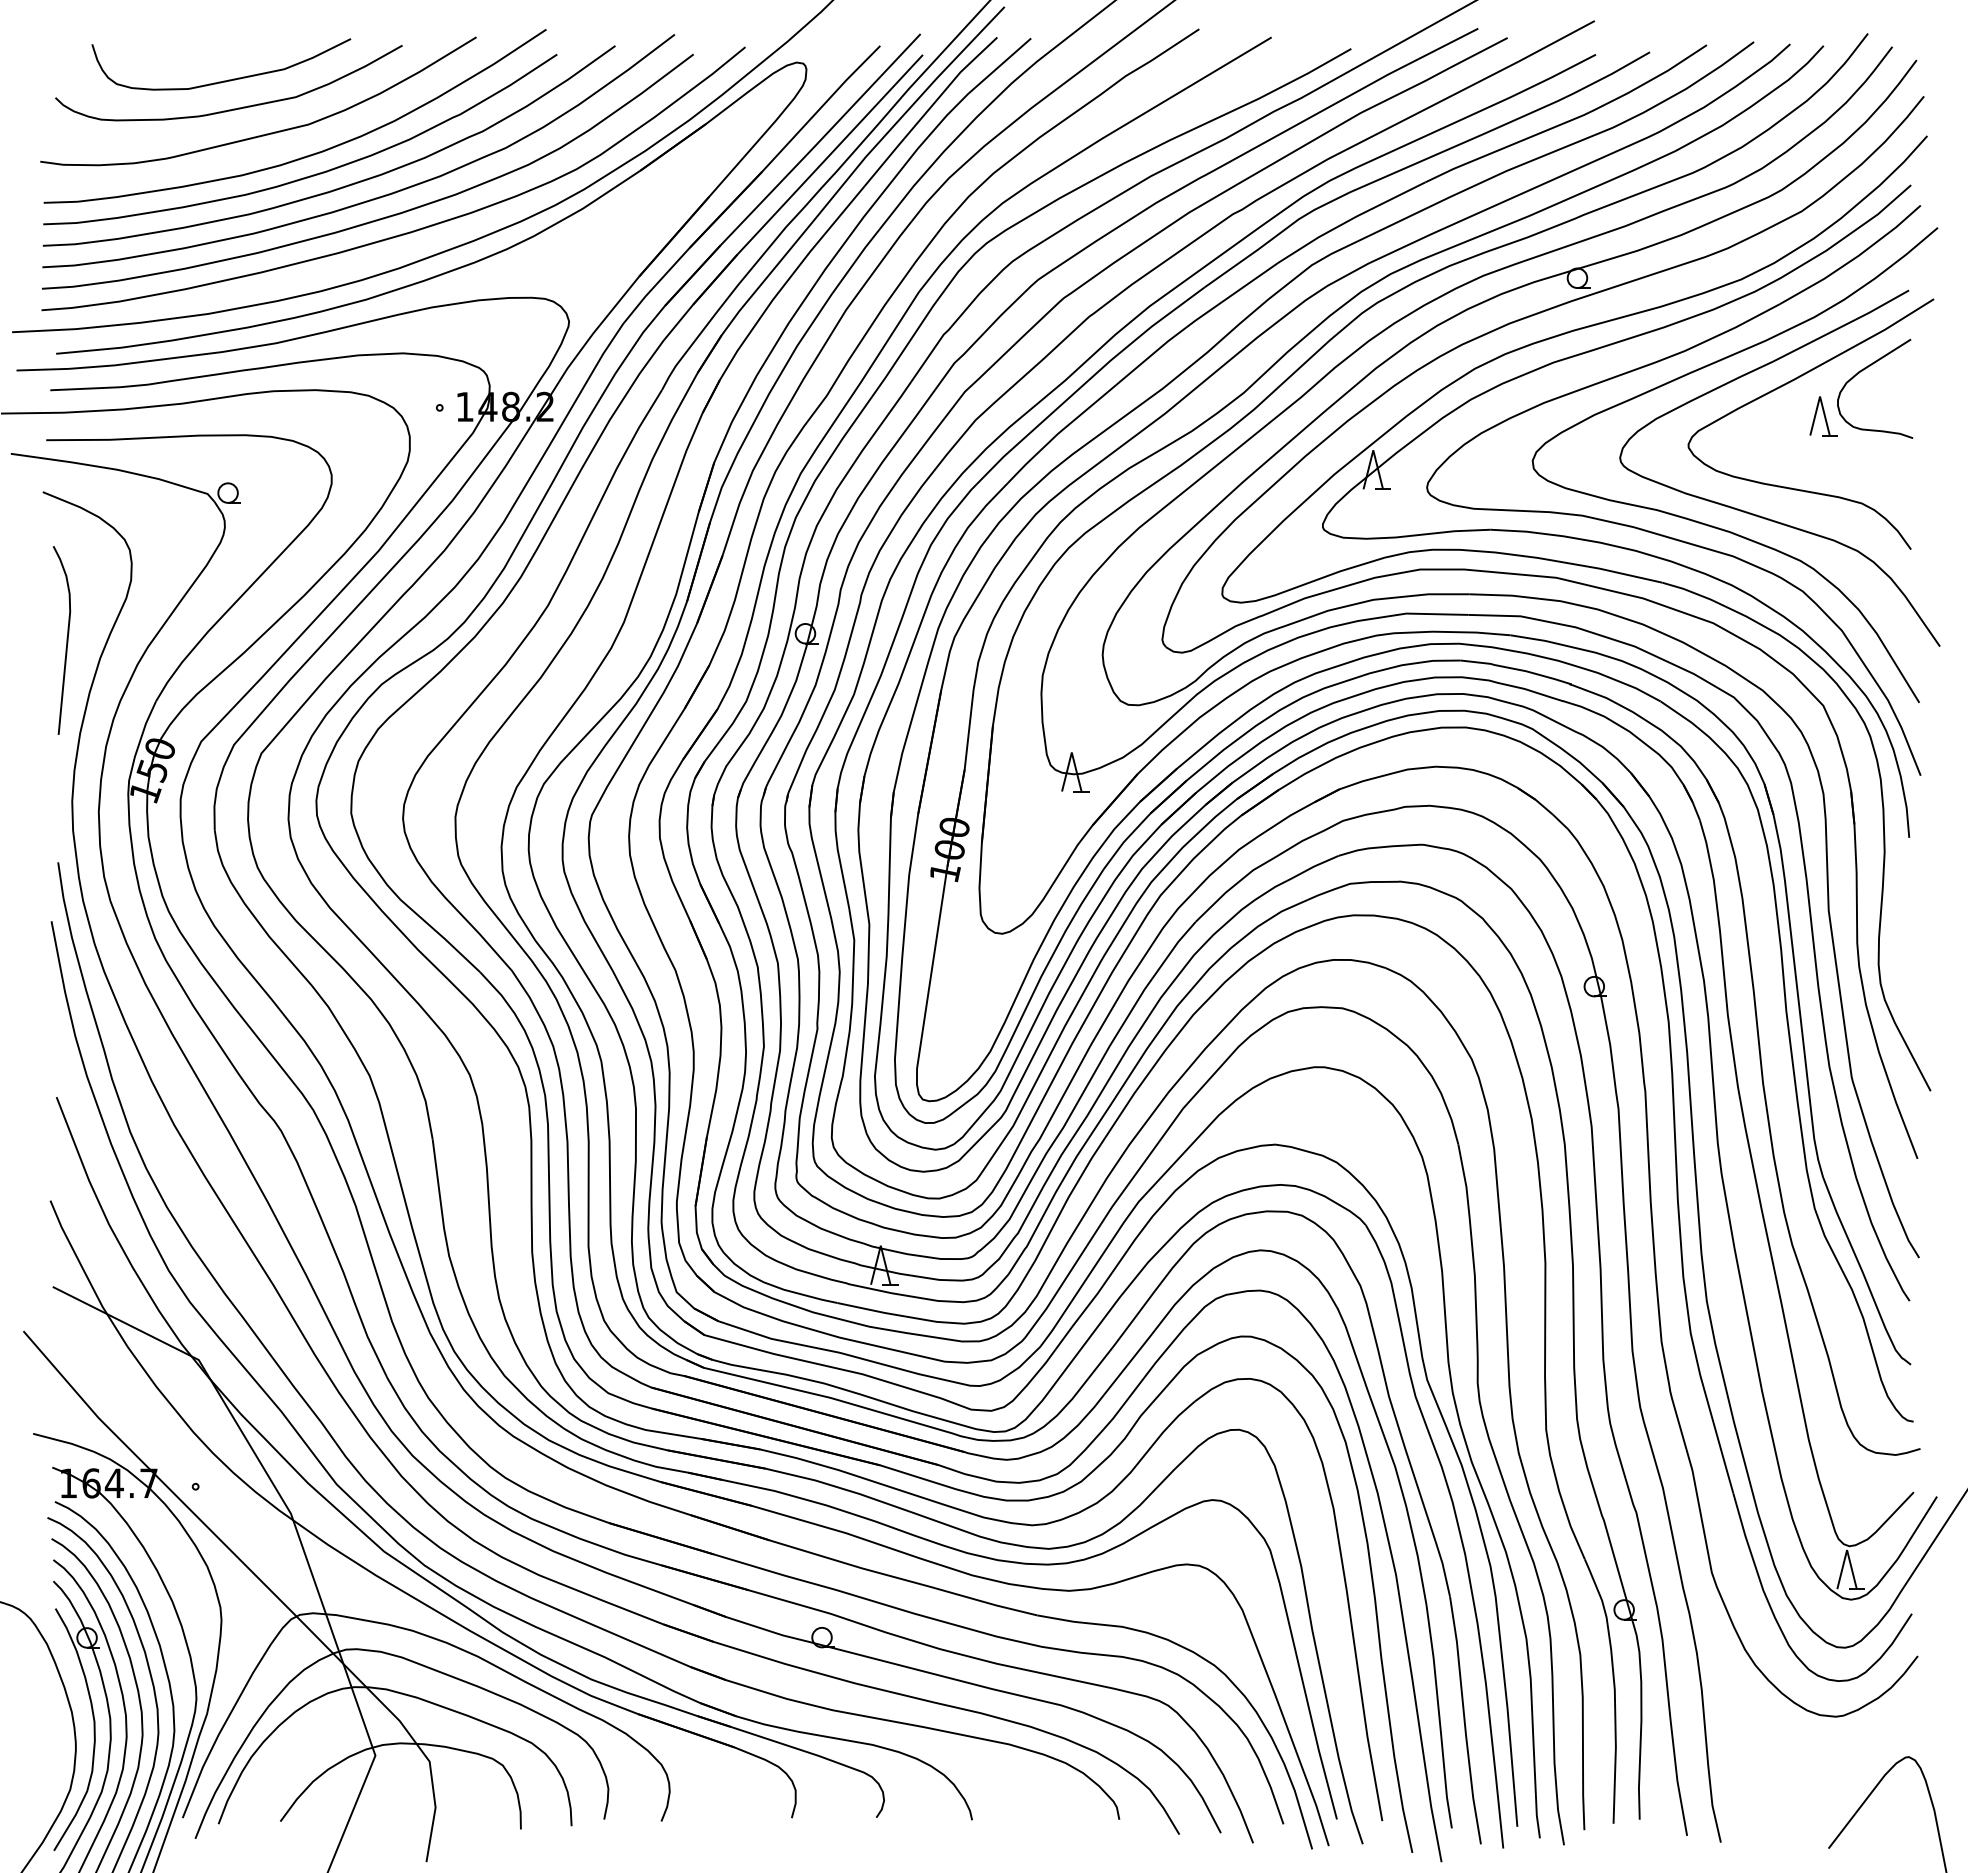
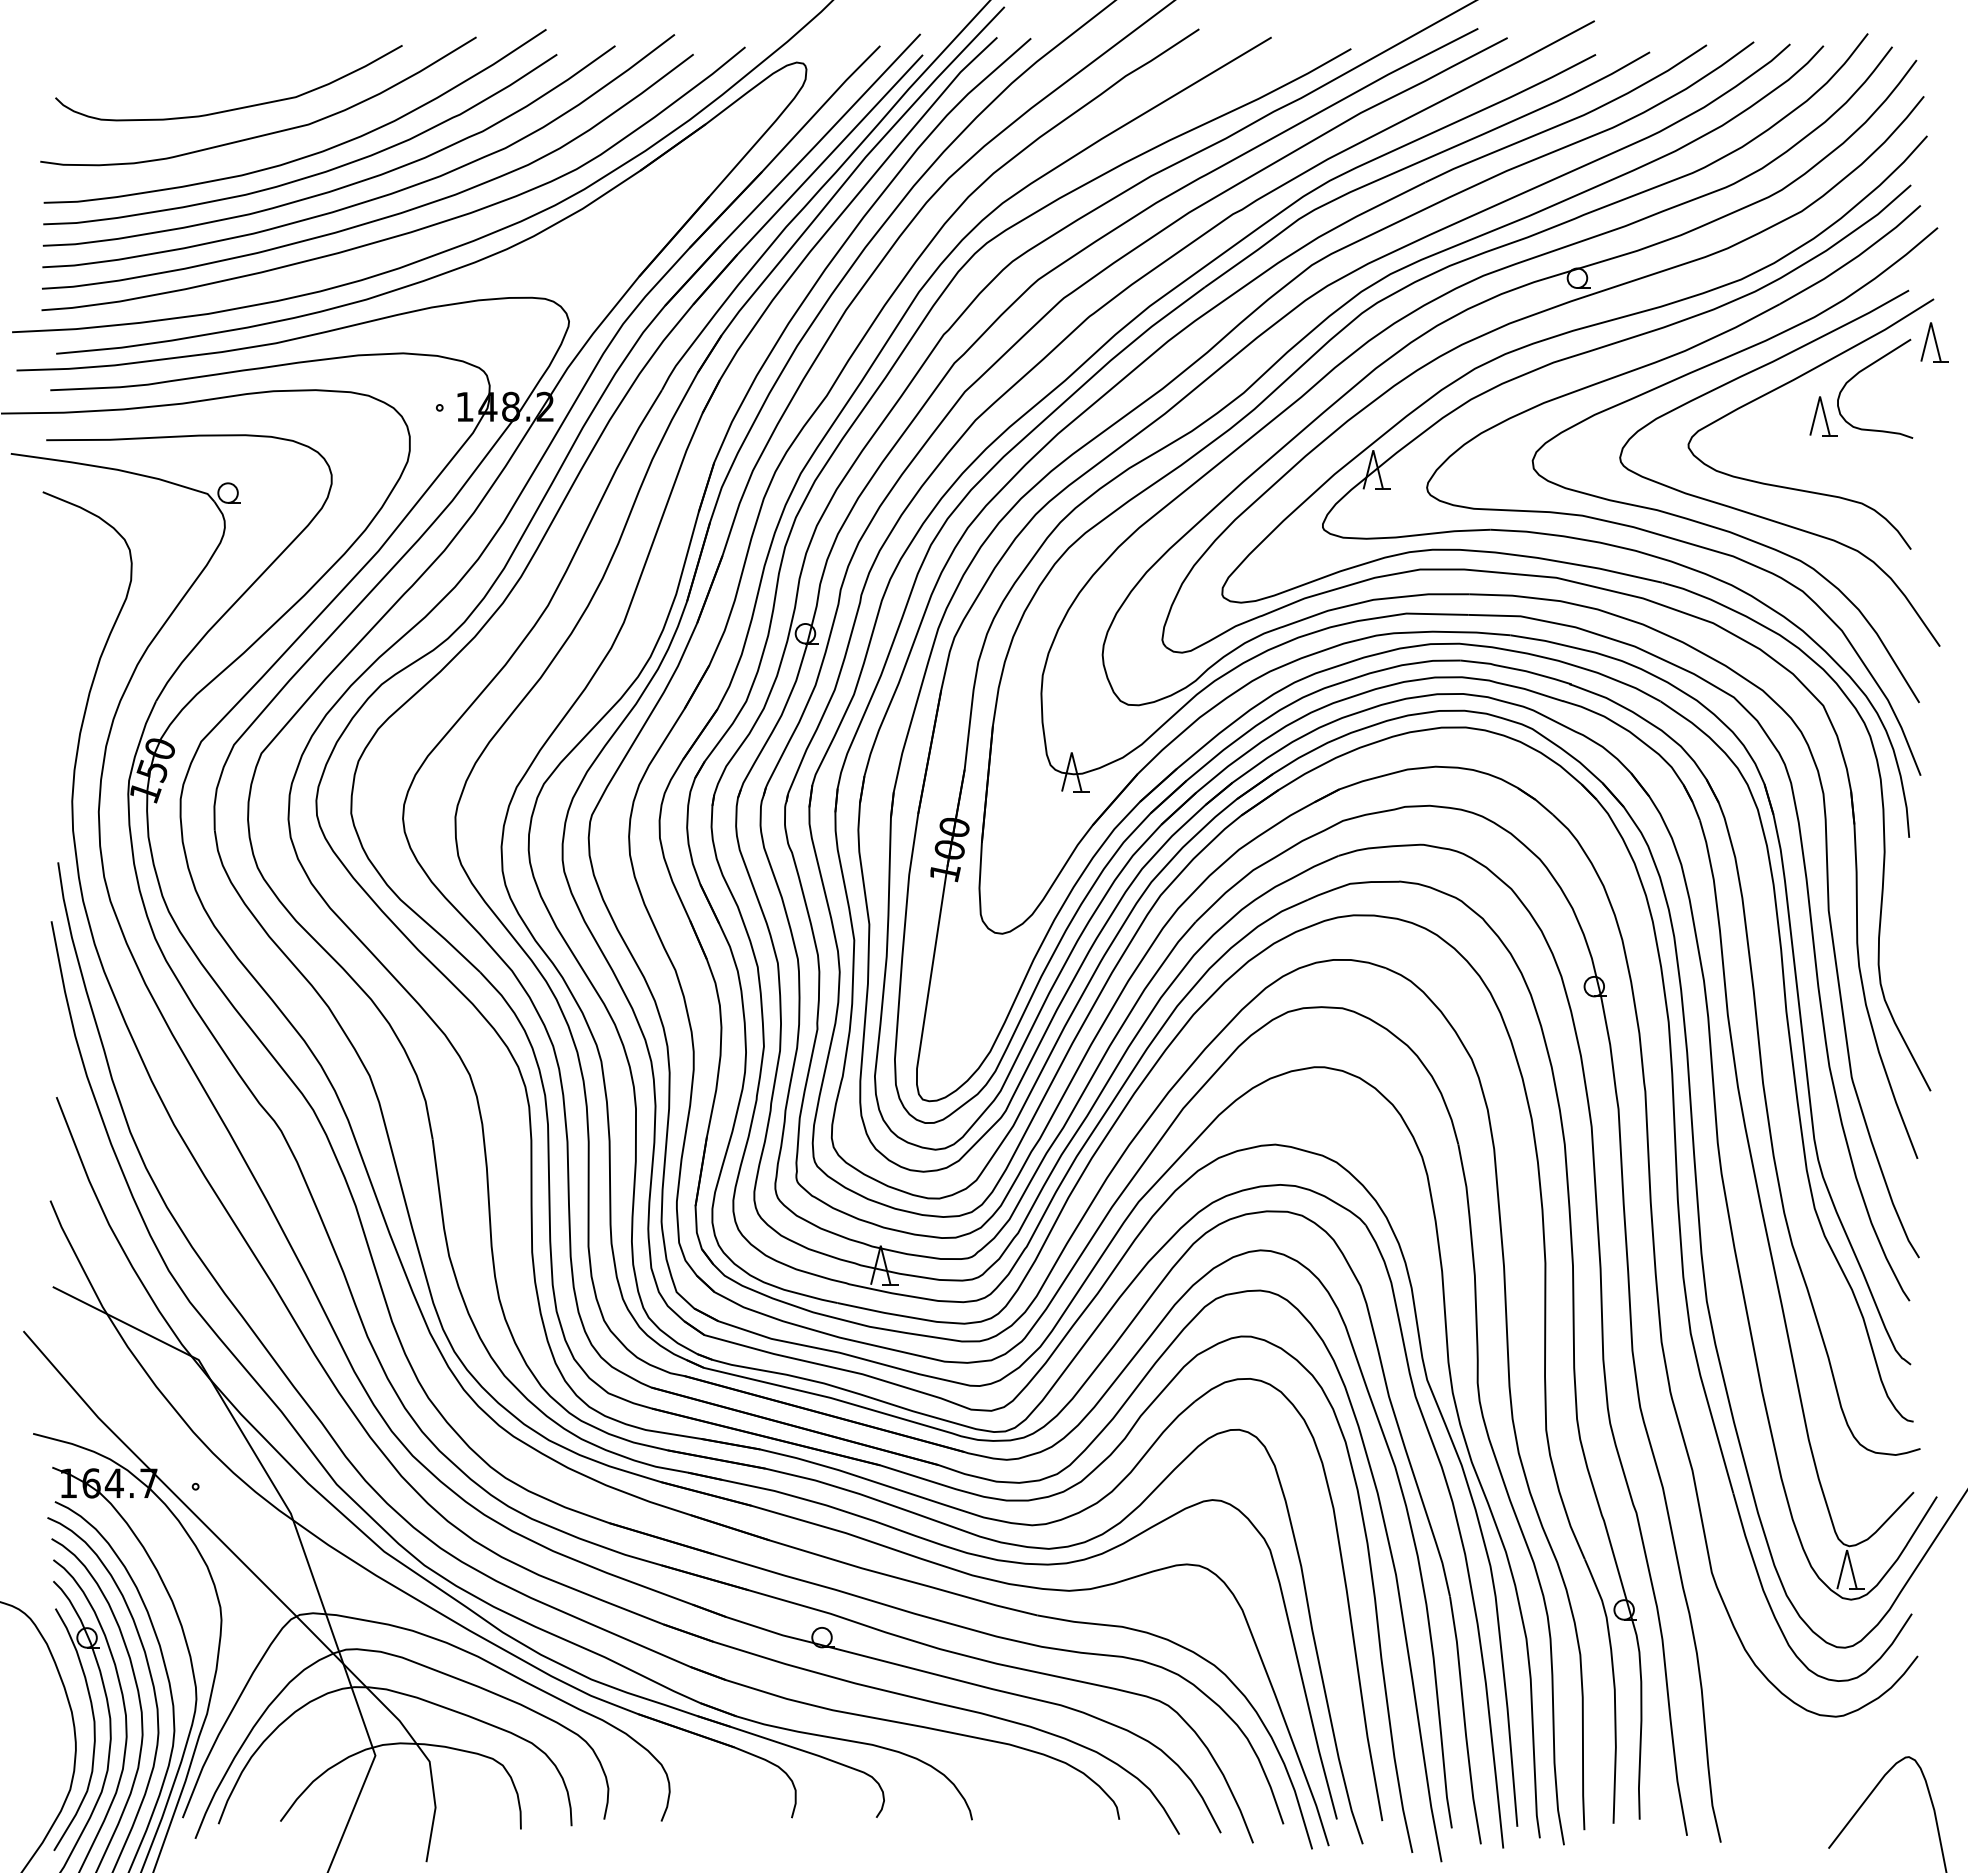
curve at (223, 80): present -> none
part at (1934, 342): none -> present
curve at (66, 640): present -> none
